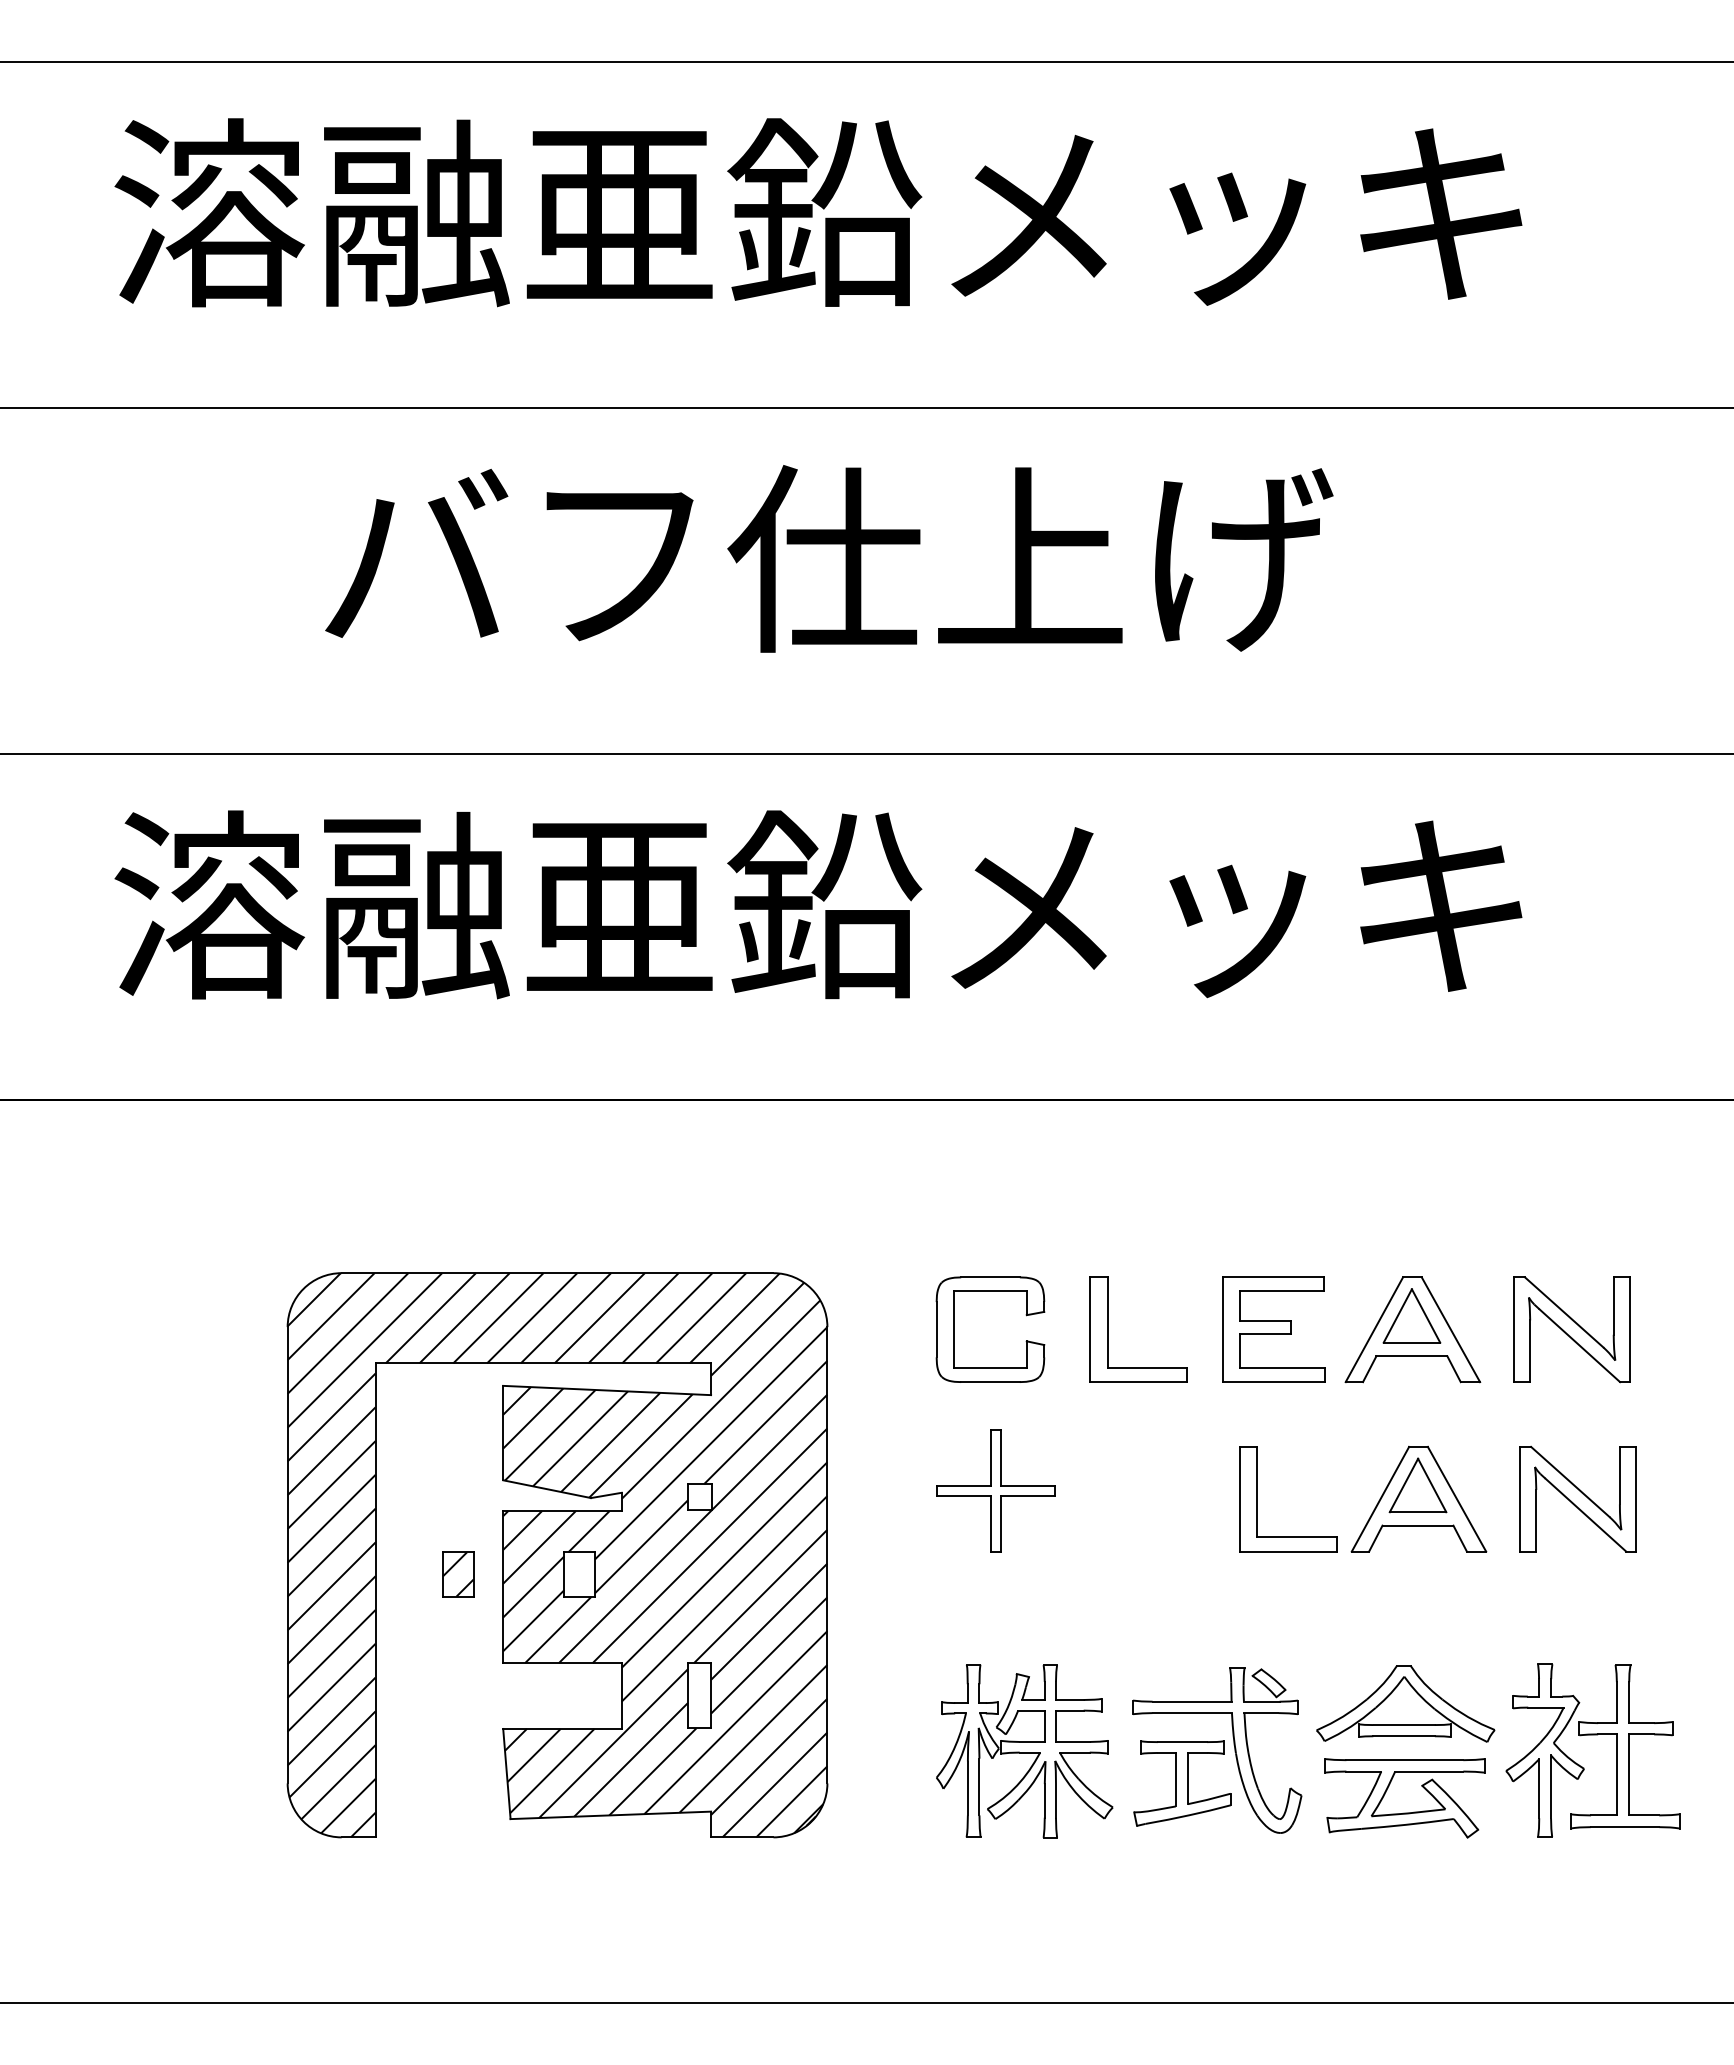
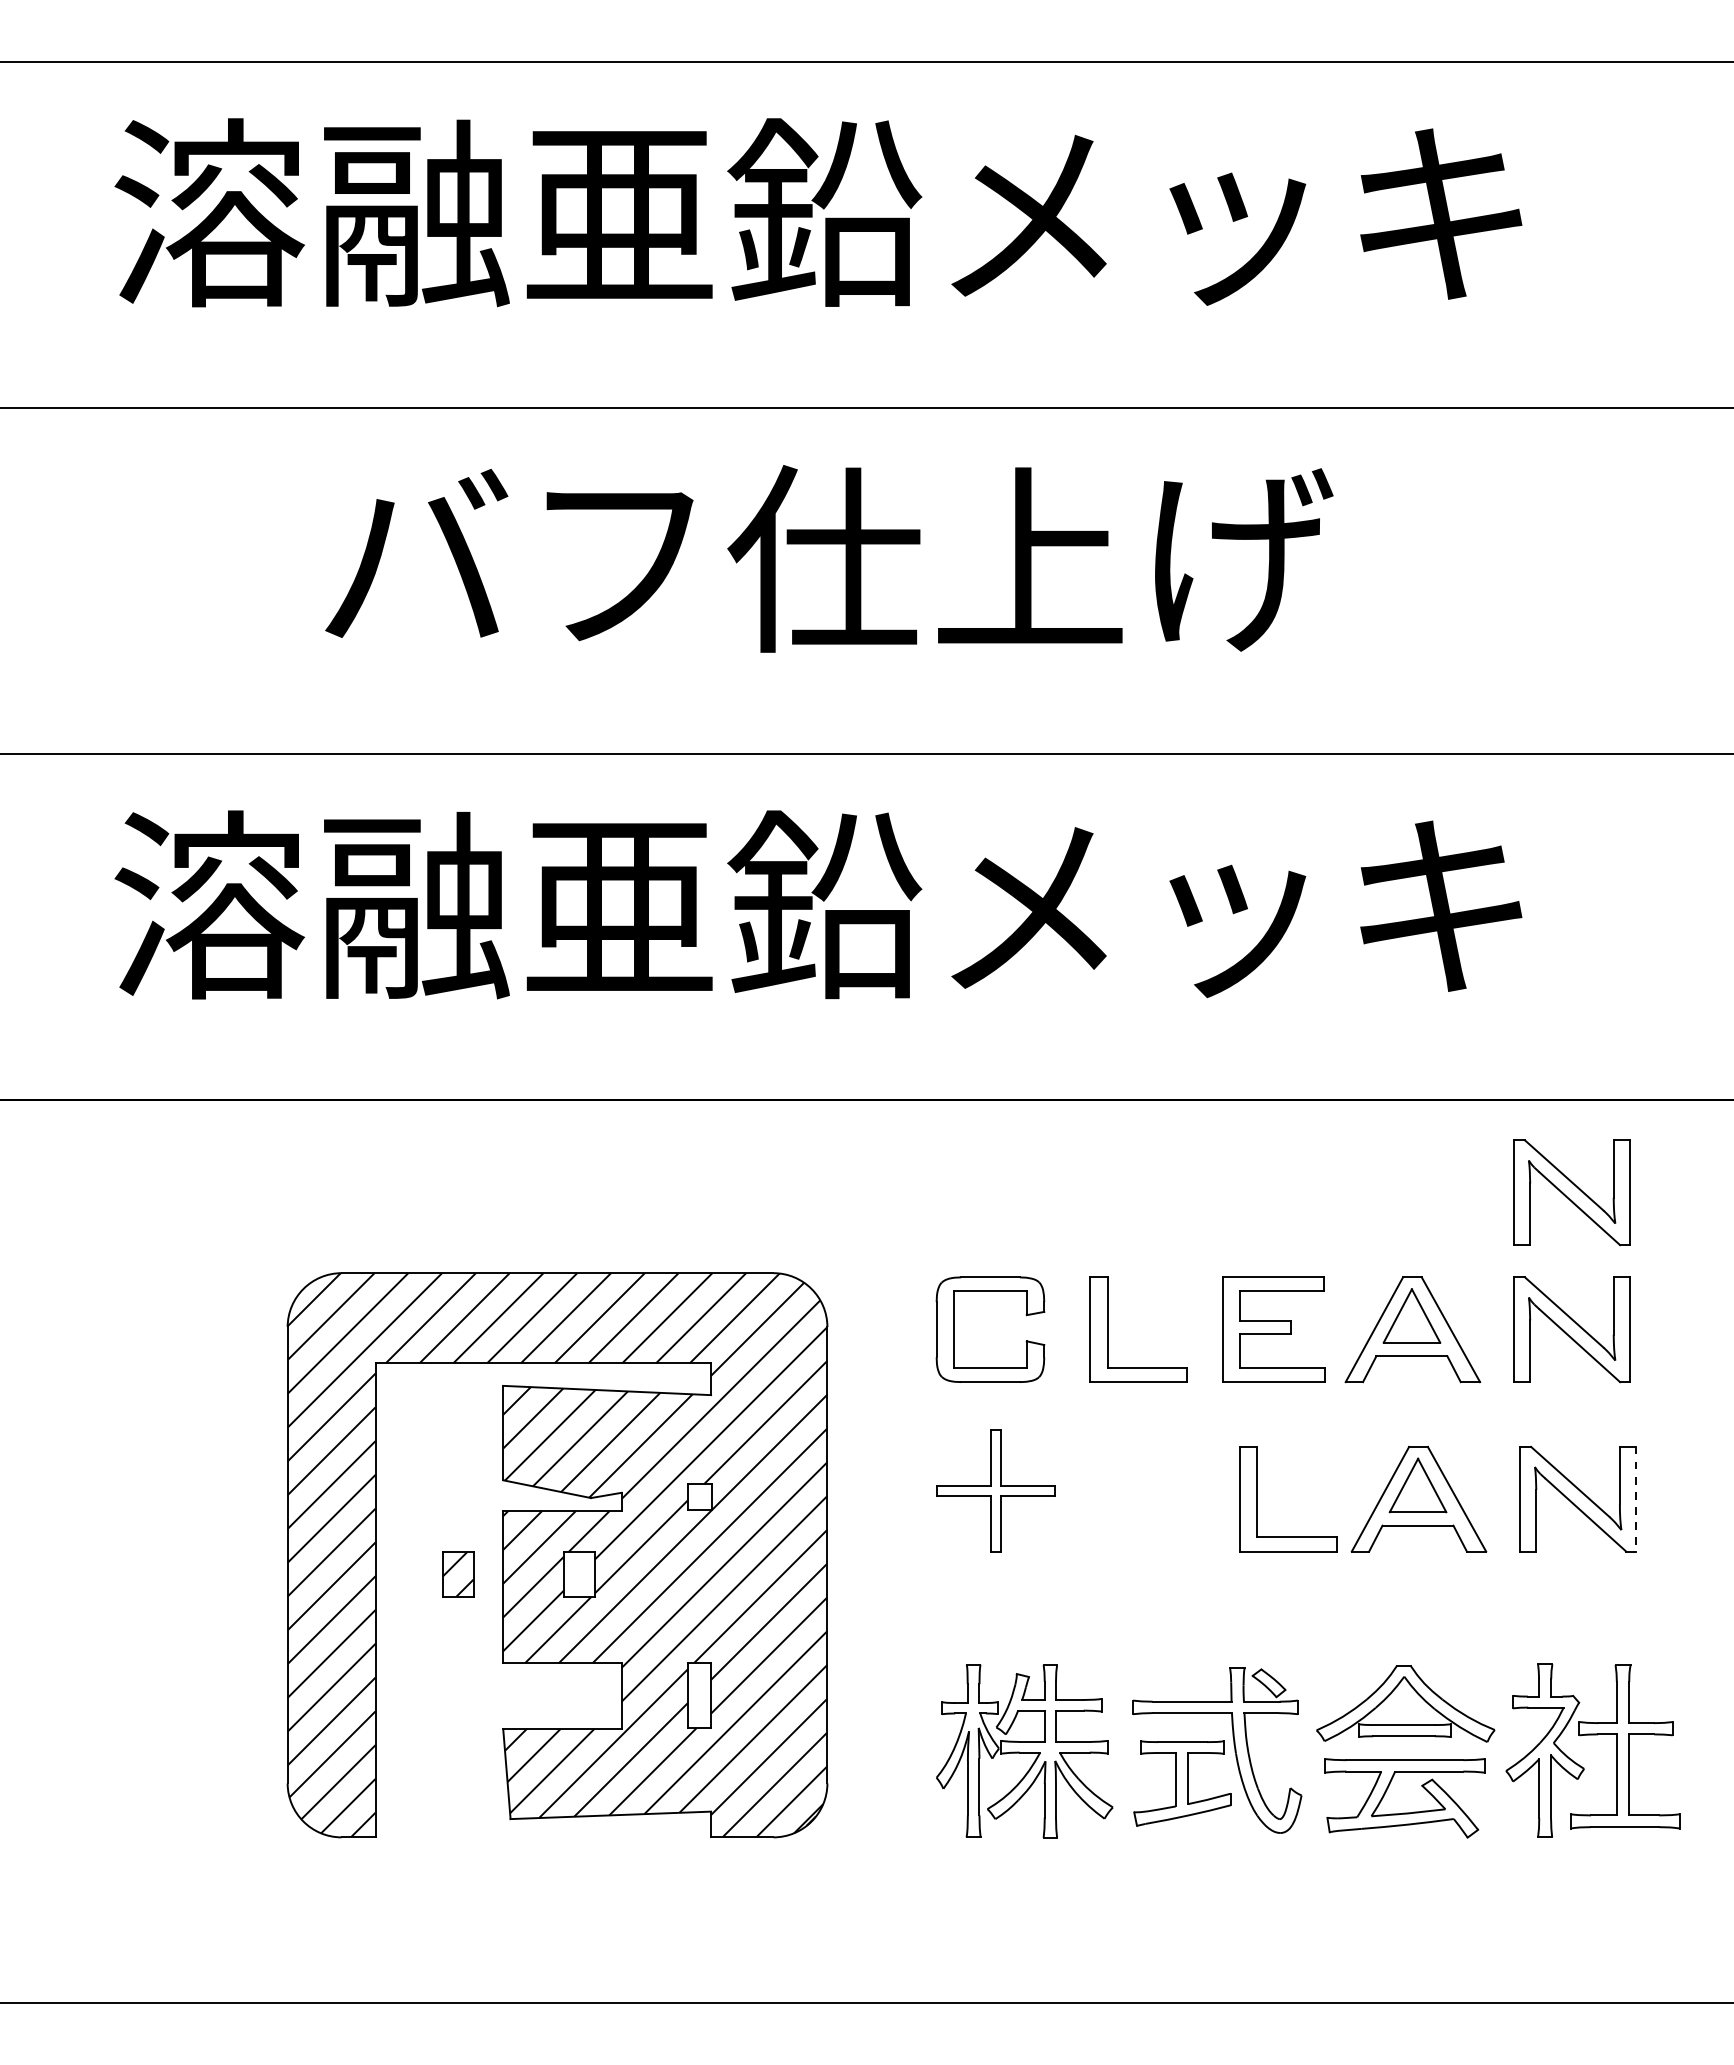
part at (1571, 1192): none -> present
line at (1635, 1499): solid -> dashed
